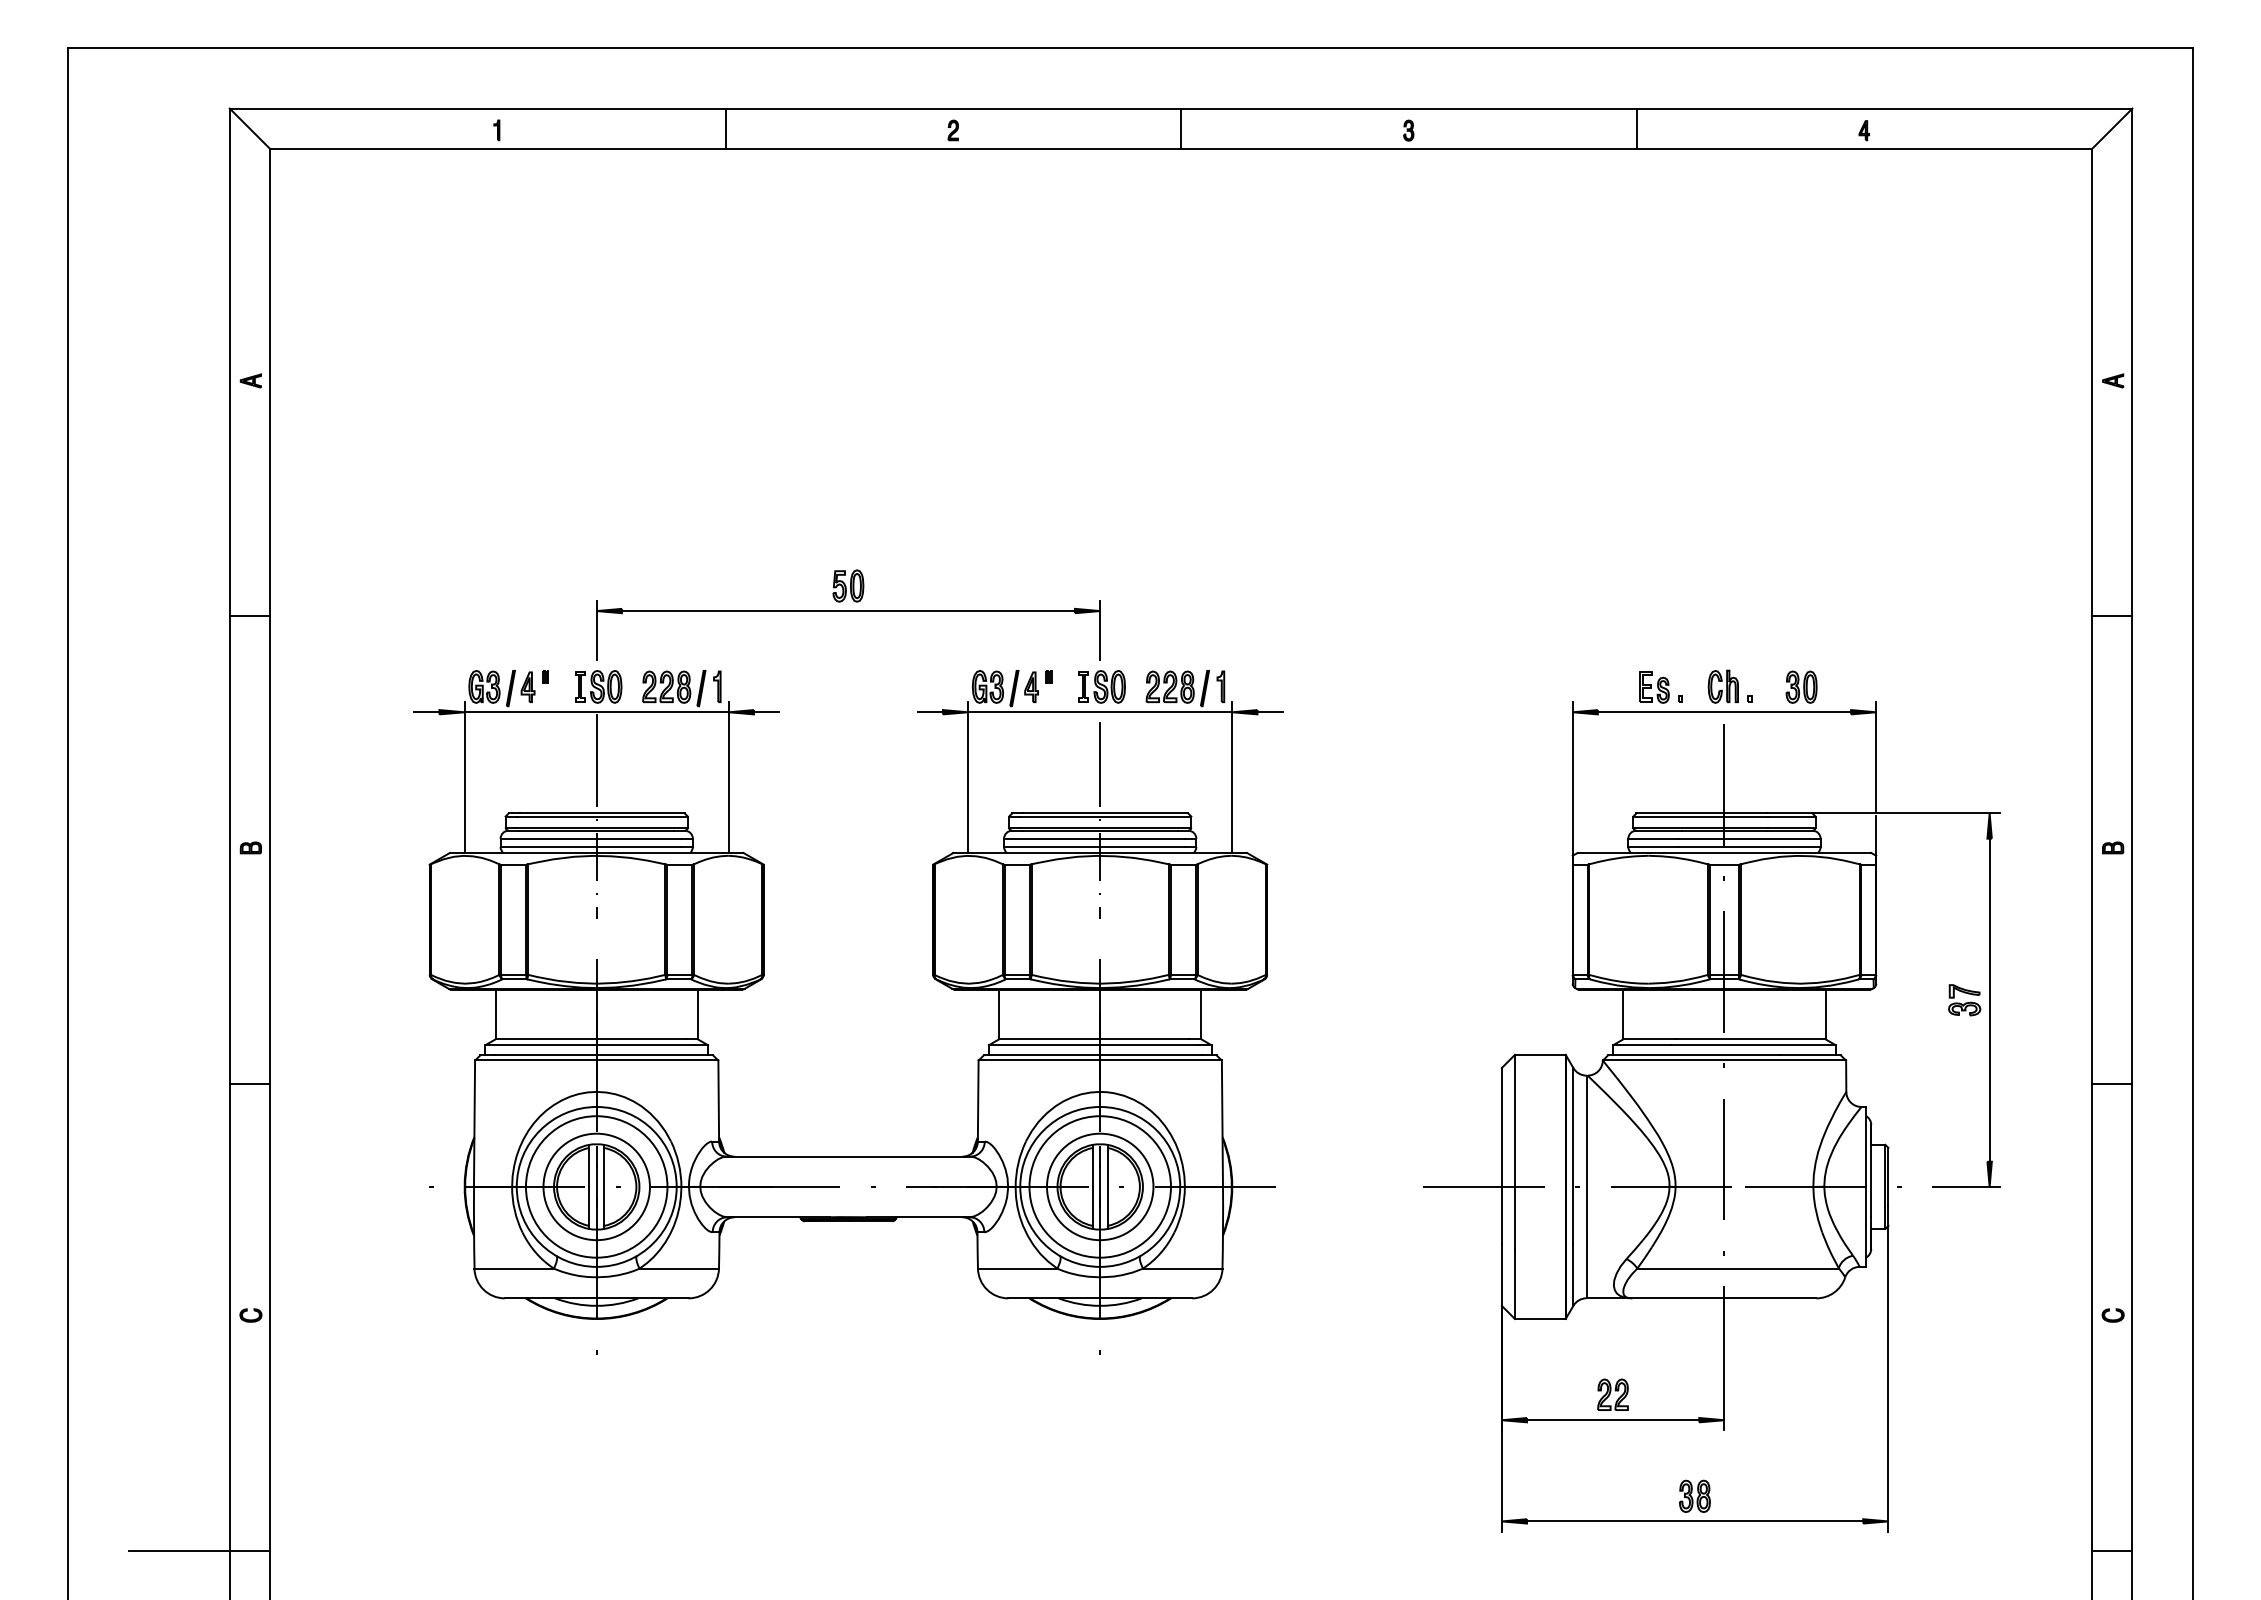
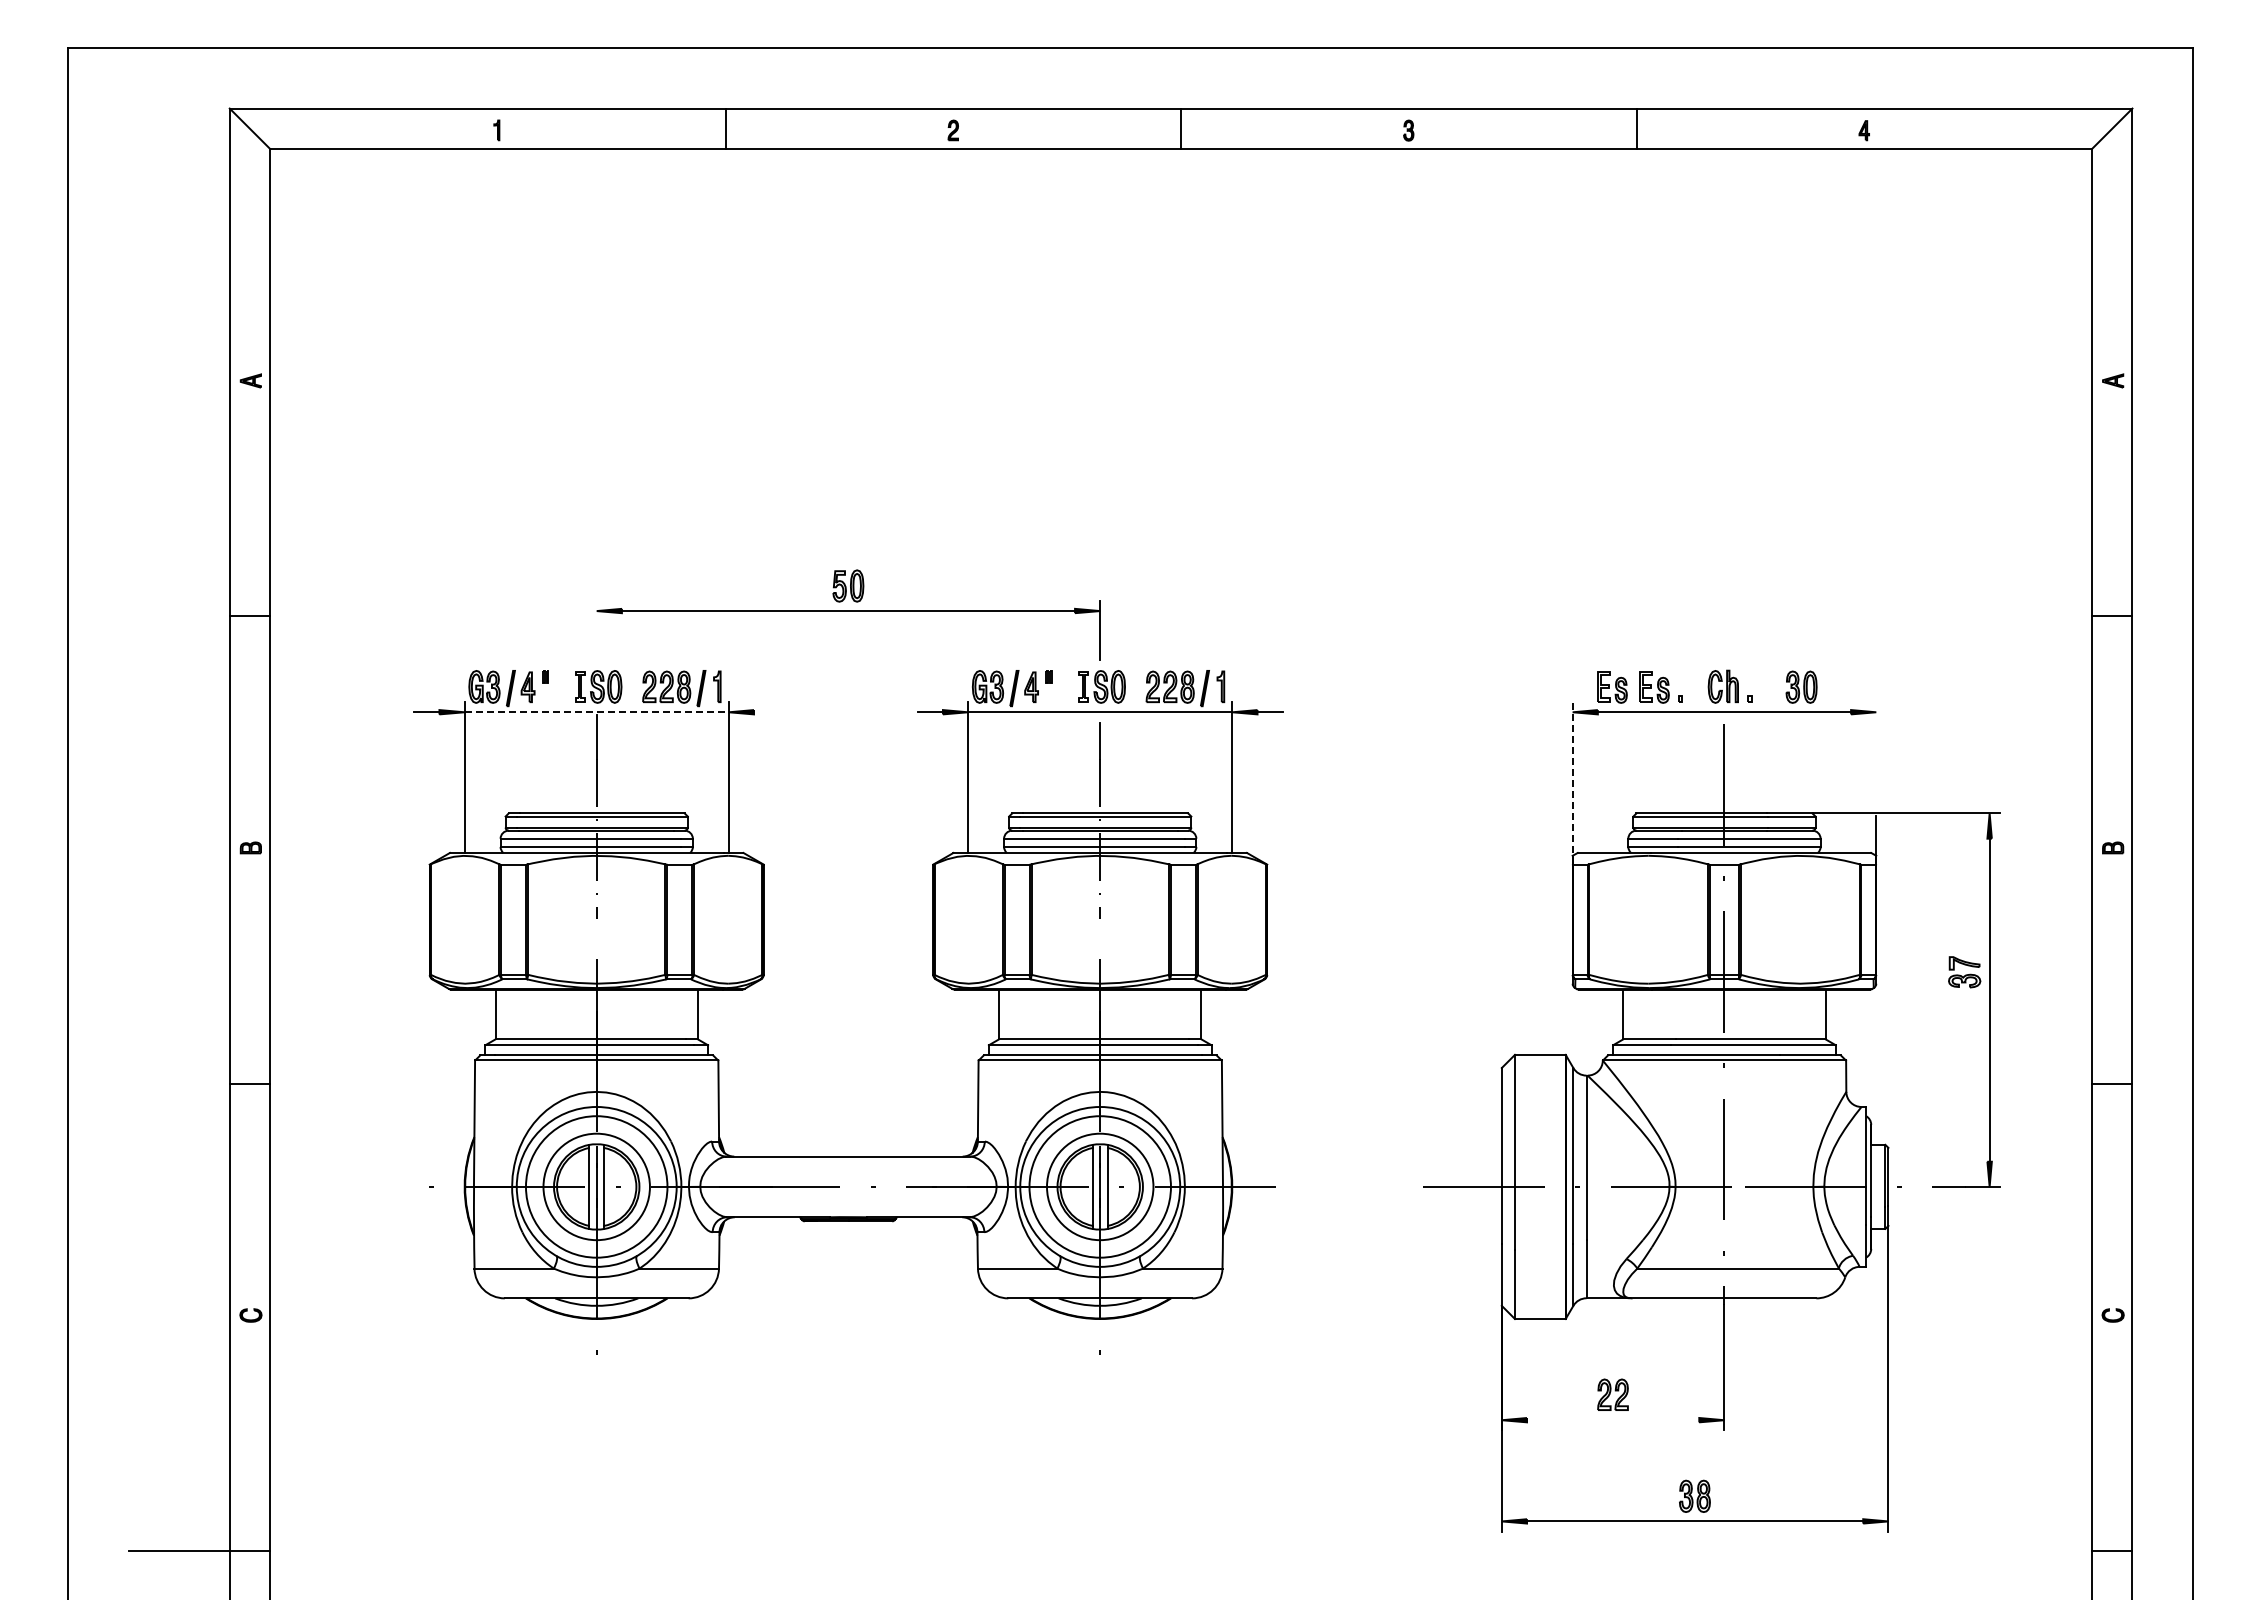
line at (596, 629): present -> none
part at (1612, 687): none -> present
line at (597, 712): solid -> dashed
line at (766, 712): present -> none
line at (1876, 756): present -> none
line at (1572, 782): solid -> dashed
part at (1964, 1000) position: (1964, 1000) -> (1964, 972)
line at (1613, 1420): present -> none
